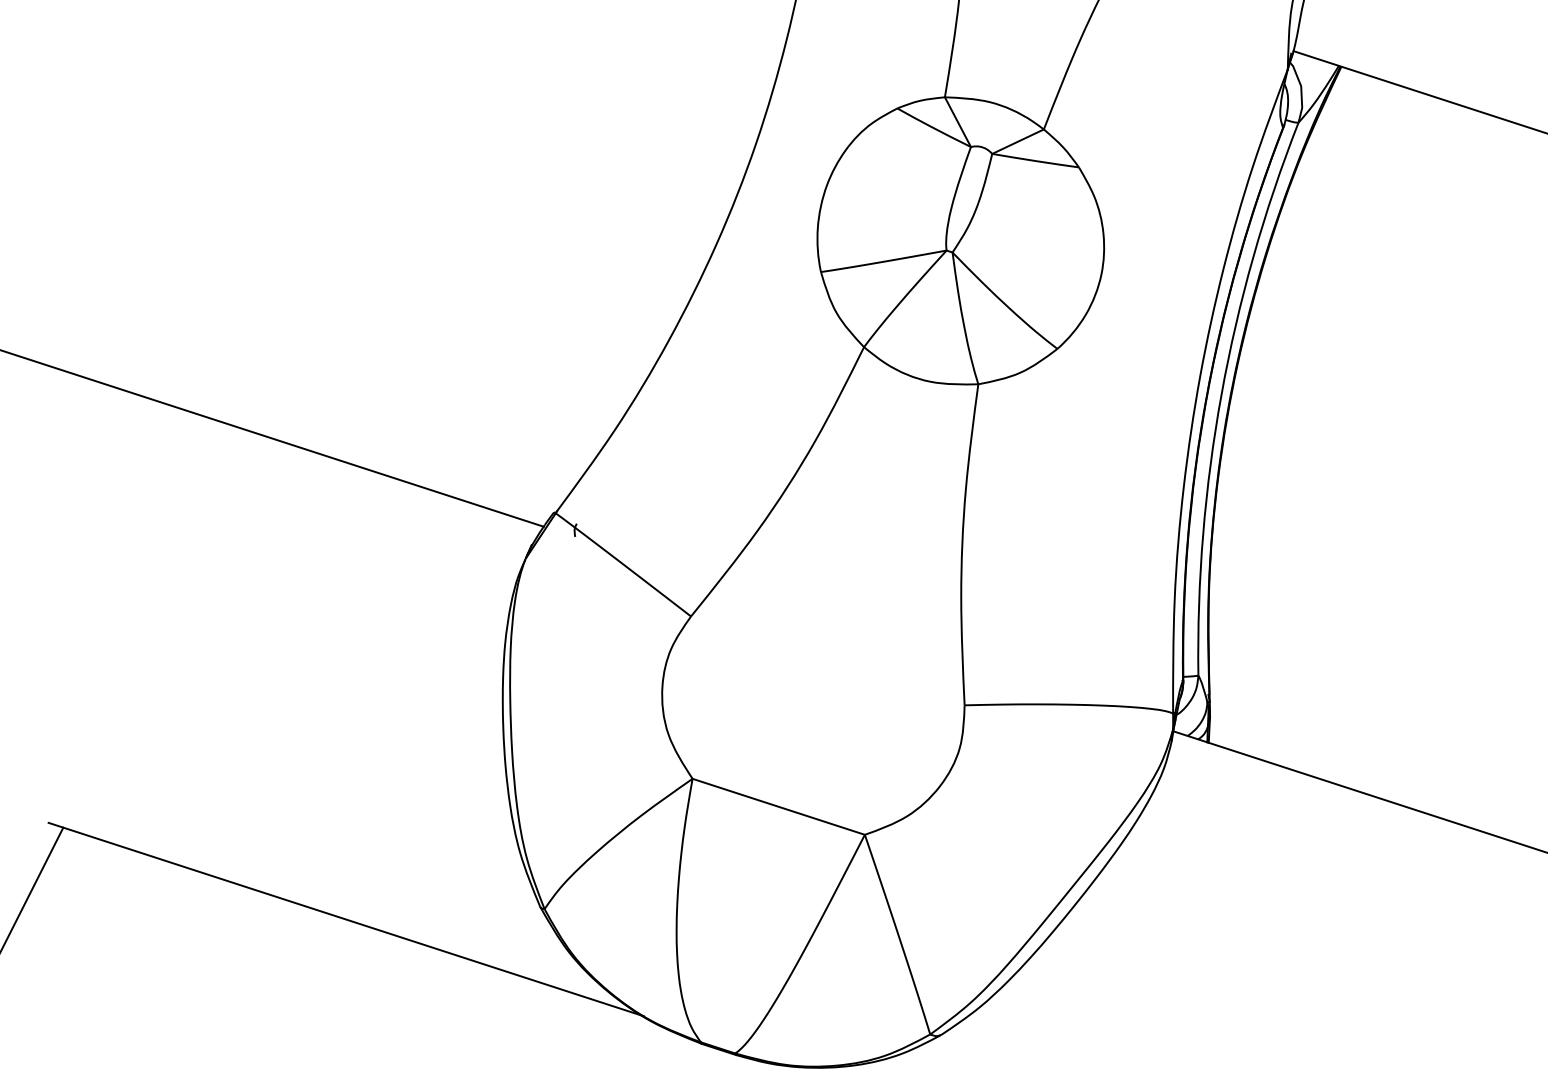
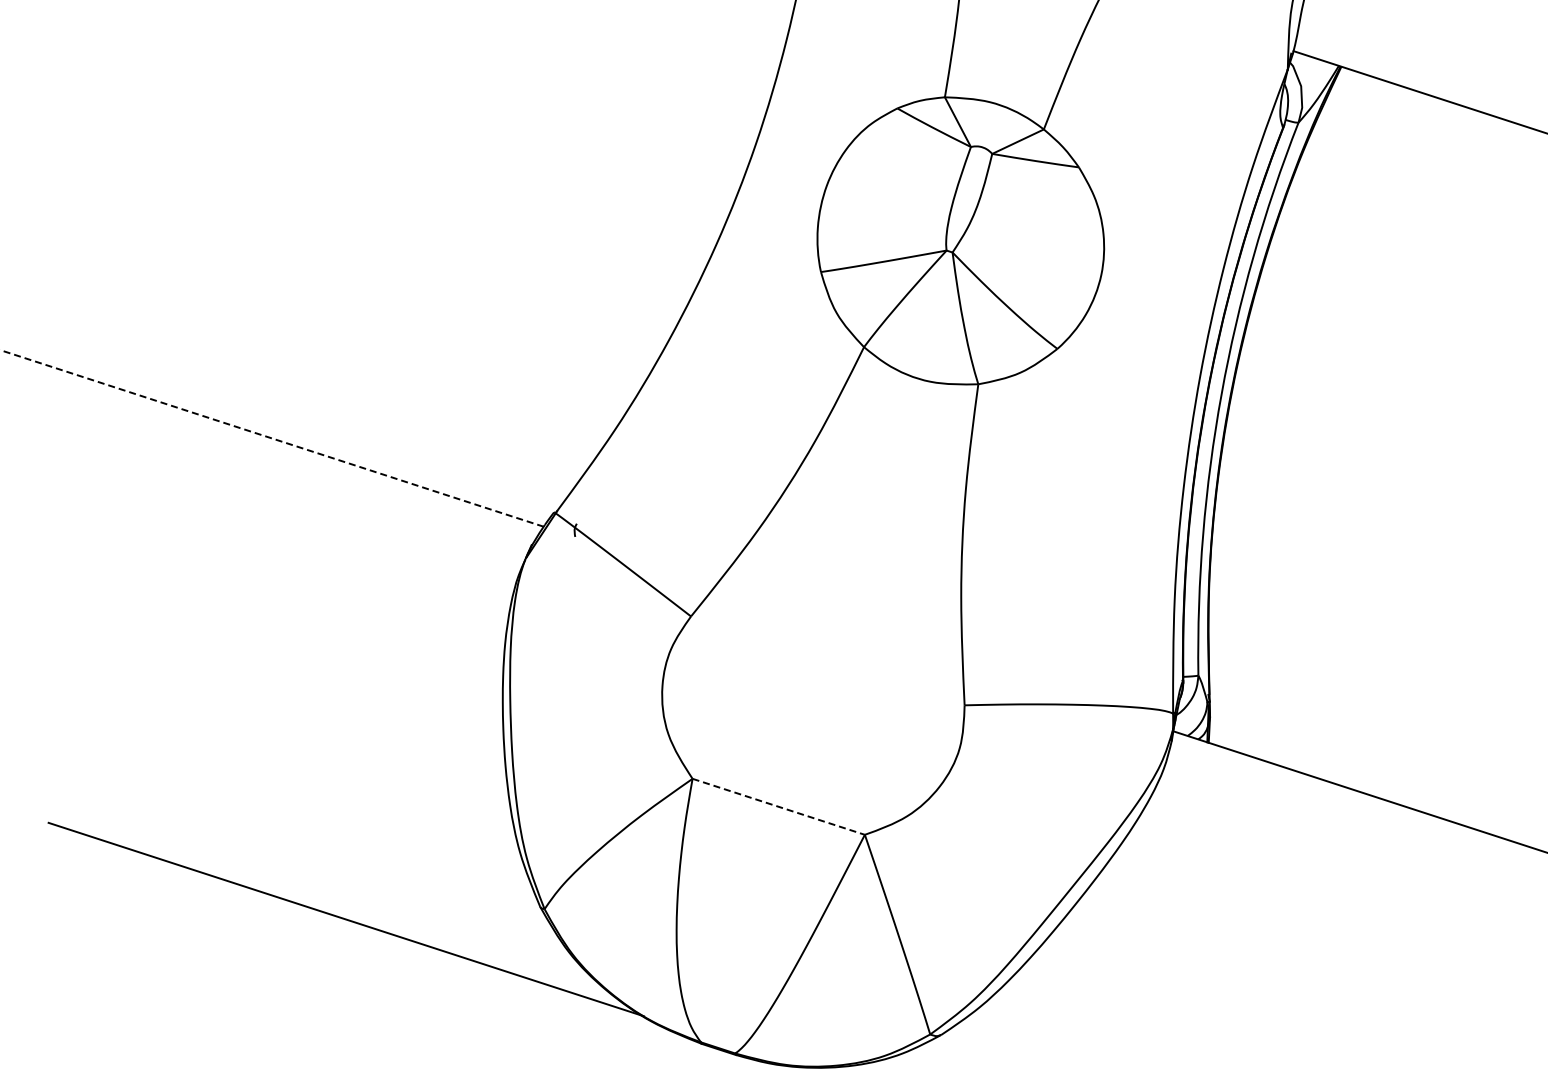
line at (271, 438): solid -> dashed
line at (778, 806): solid -> dashed
line at (32, 888): present -> none
